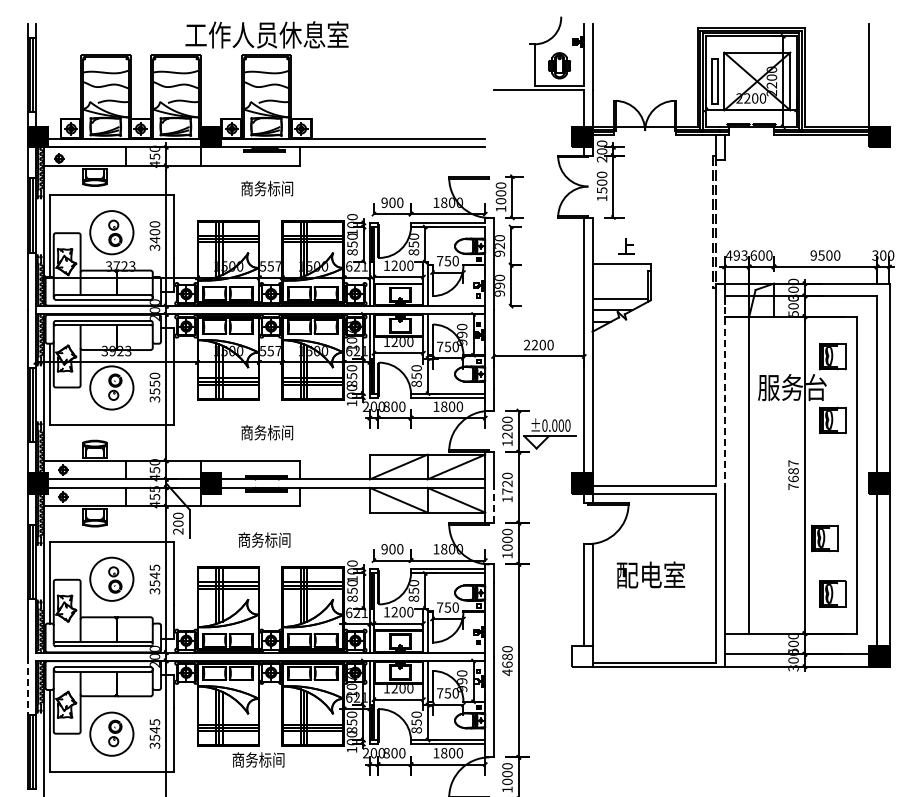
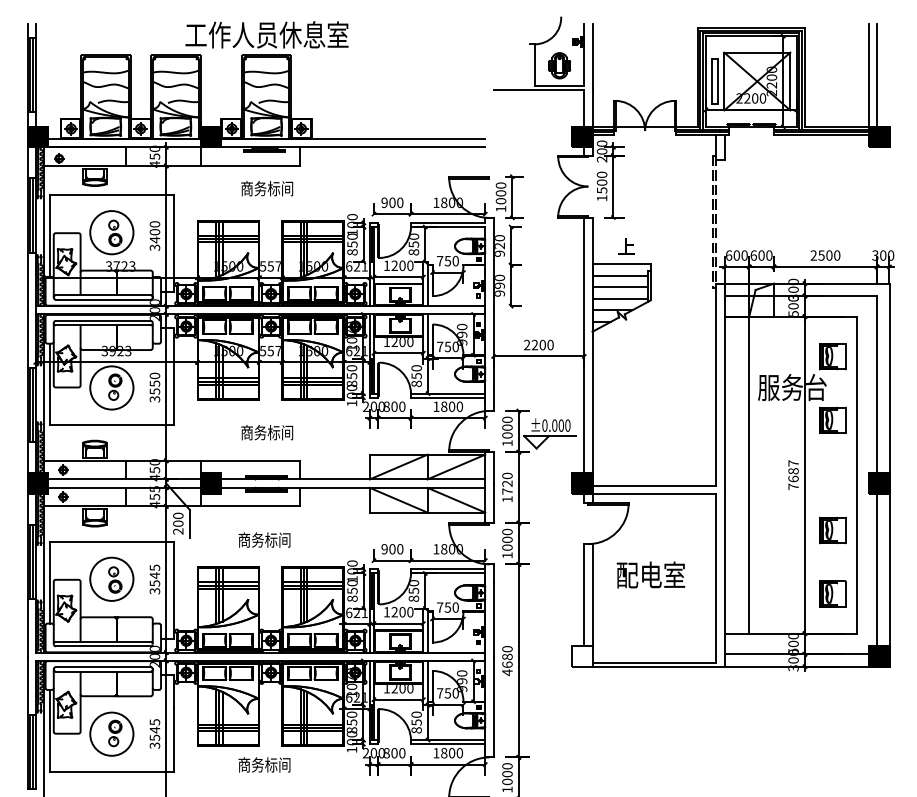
line at (877, 74): none -> present
text at (736, 255): 493 -> 600
text at (813, 255): 9500 -> 2500
line at (620, 275): none -> present
line at (620, 287): none -> present
line at (724, 386): dashed -> solid
text at (507, 435): 1200 -> 1000
line at (493, 503): dashed -> solid
part at (824, 538) position: (824, 538) -> (832, 530)
line at (27, 685): dashed -> solid
text at (258, 759) position: (258, 759) -> (264, 764)
